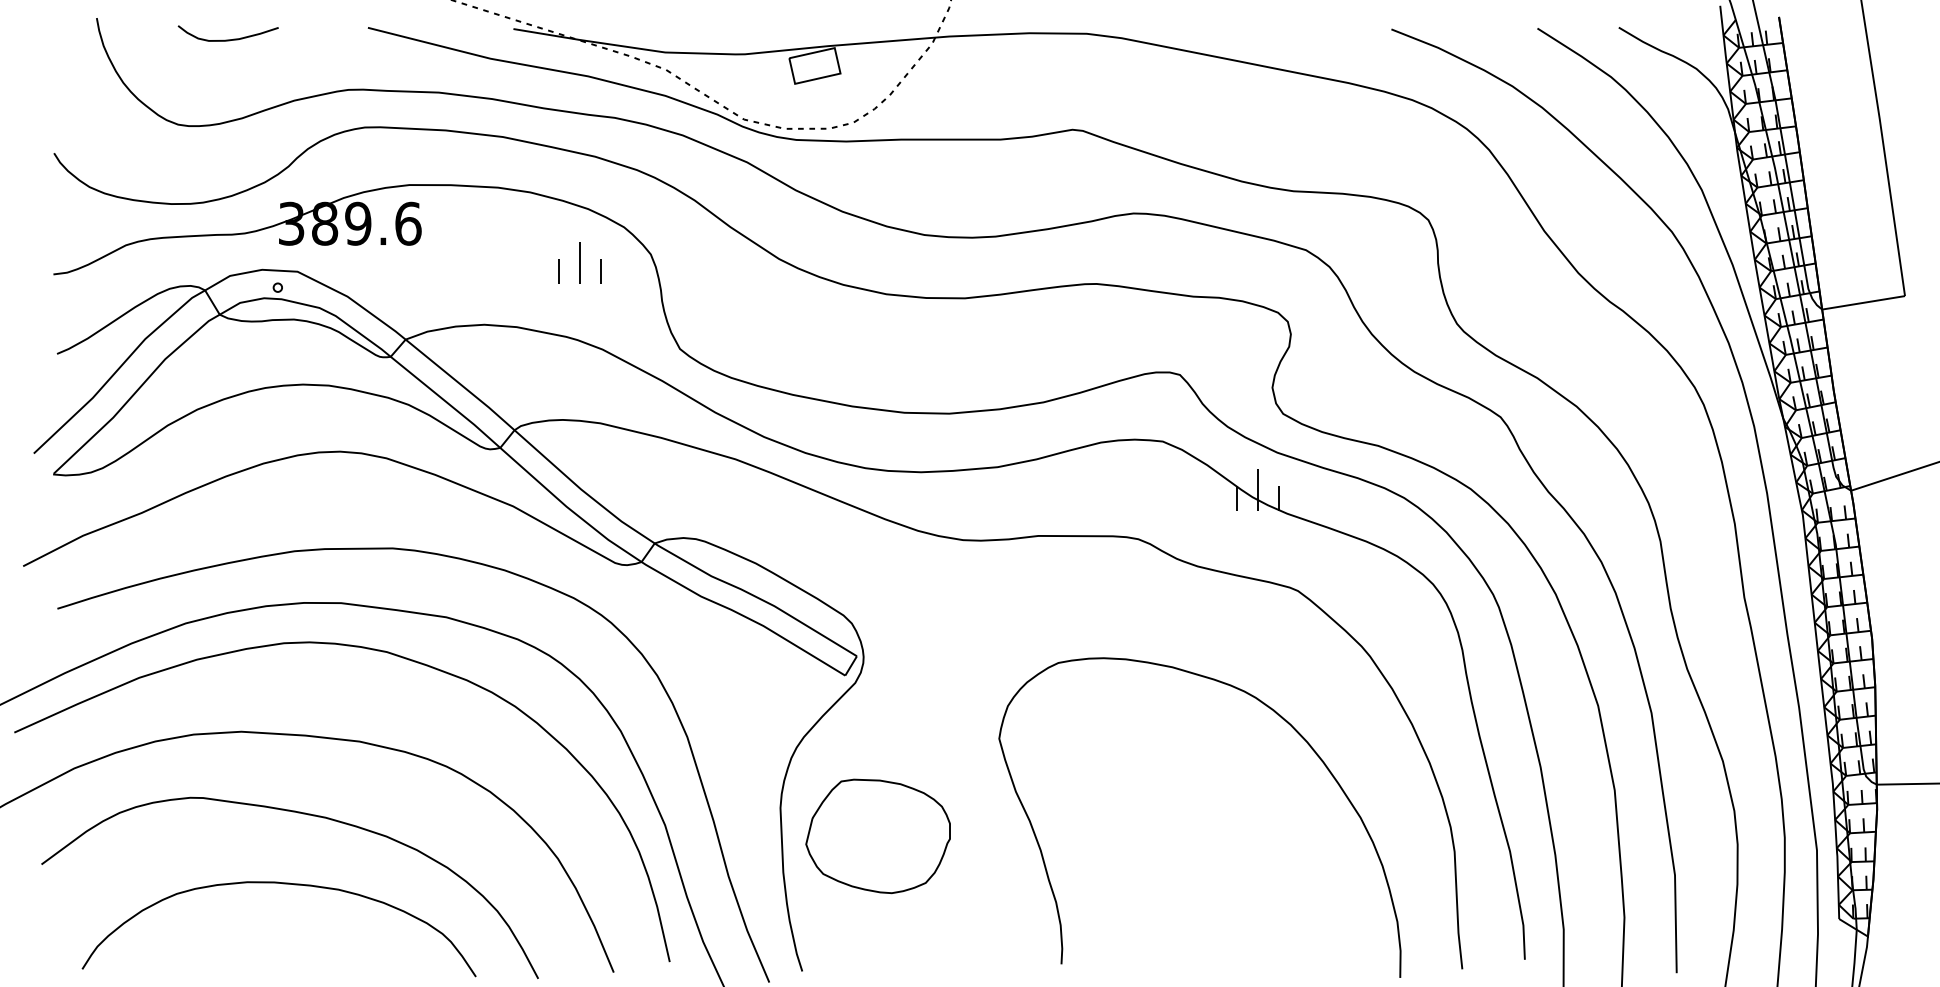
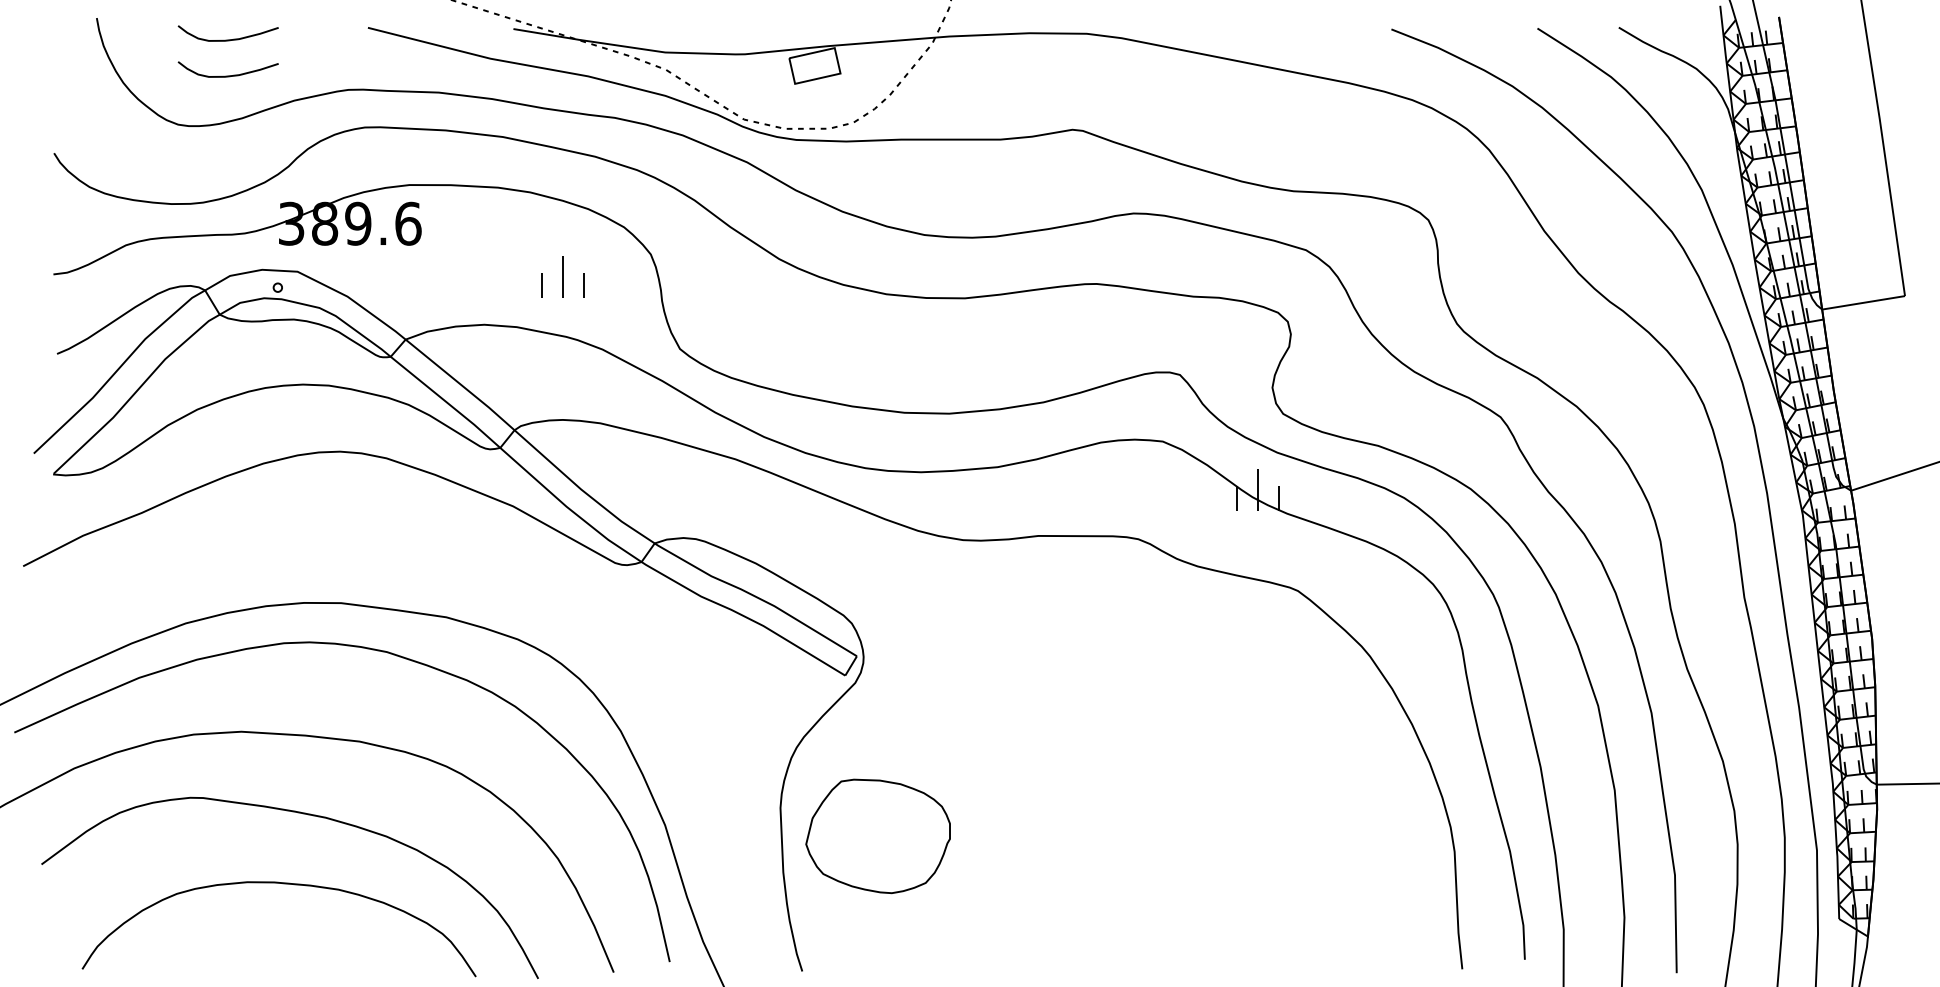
curve at (227, 75): none -> present
part at (579, 262) position: (579, 262) -> (562, 276)
curve at (452, 558): present -> none
curve at (1282, 719): present -> none
